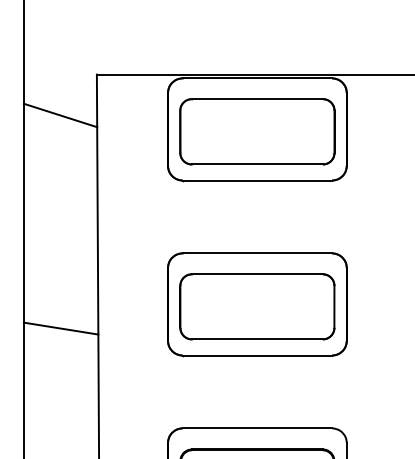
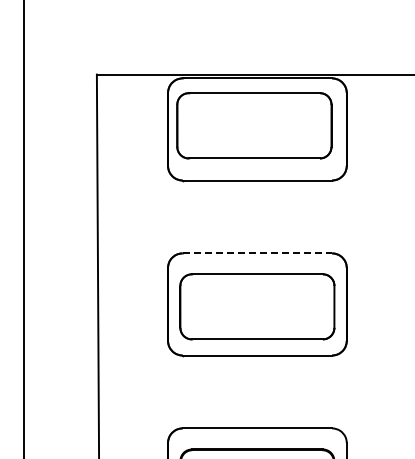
line at (60, 115): present -> none
part at (257, 131) position: (257, 131) -> (254, 125)
line at (257, 253): solid -> dashed
line at (60, 328): present -> none
